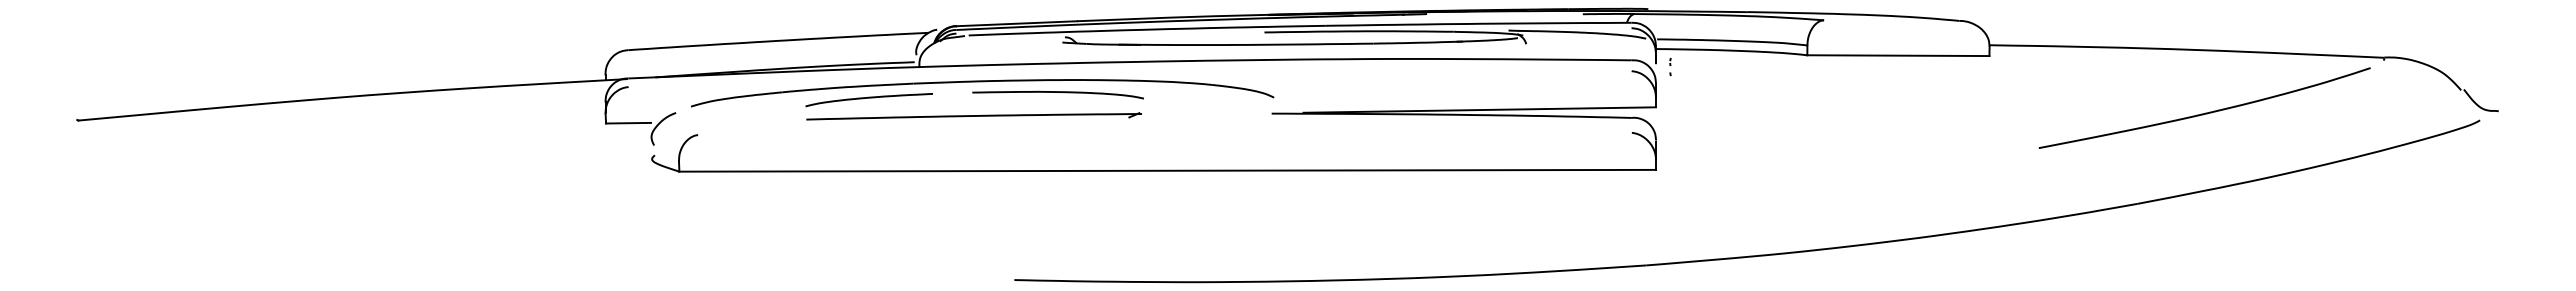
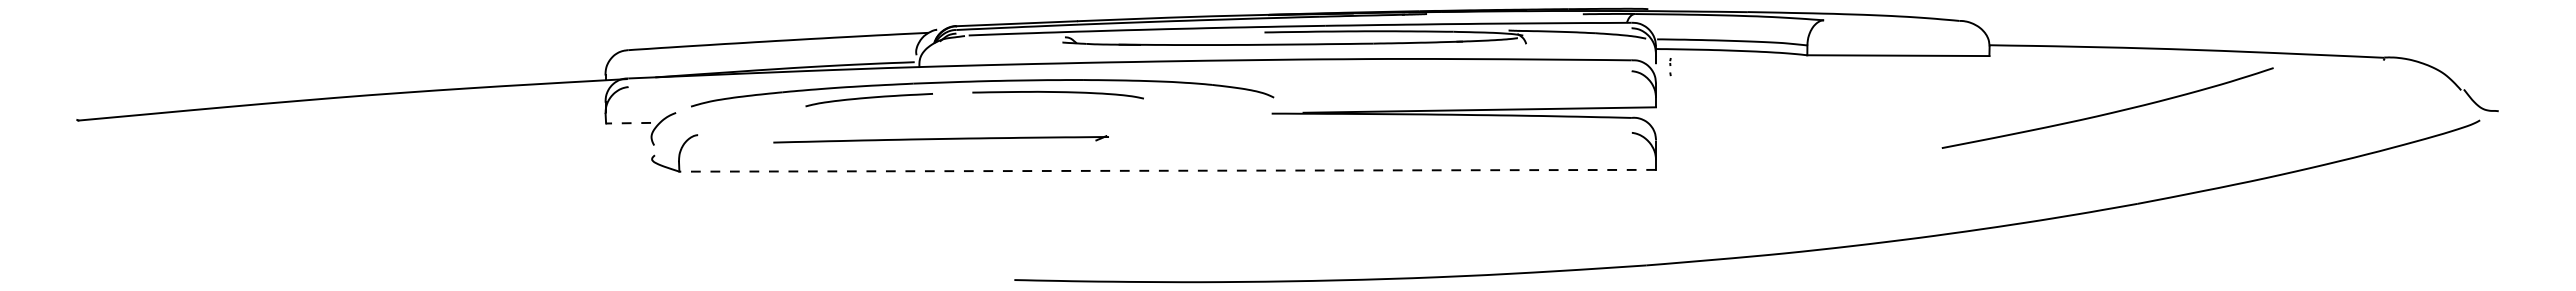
curve at (2205, 112) position: (2205, 112) -> (2108, 112)
part at (973, 116) position: (973, 116) -> (940, 139)
line at (628, 123): solid -> dashed
line at (1167, 170): solid -> dashed
